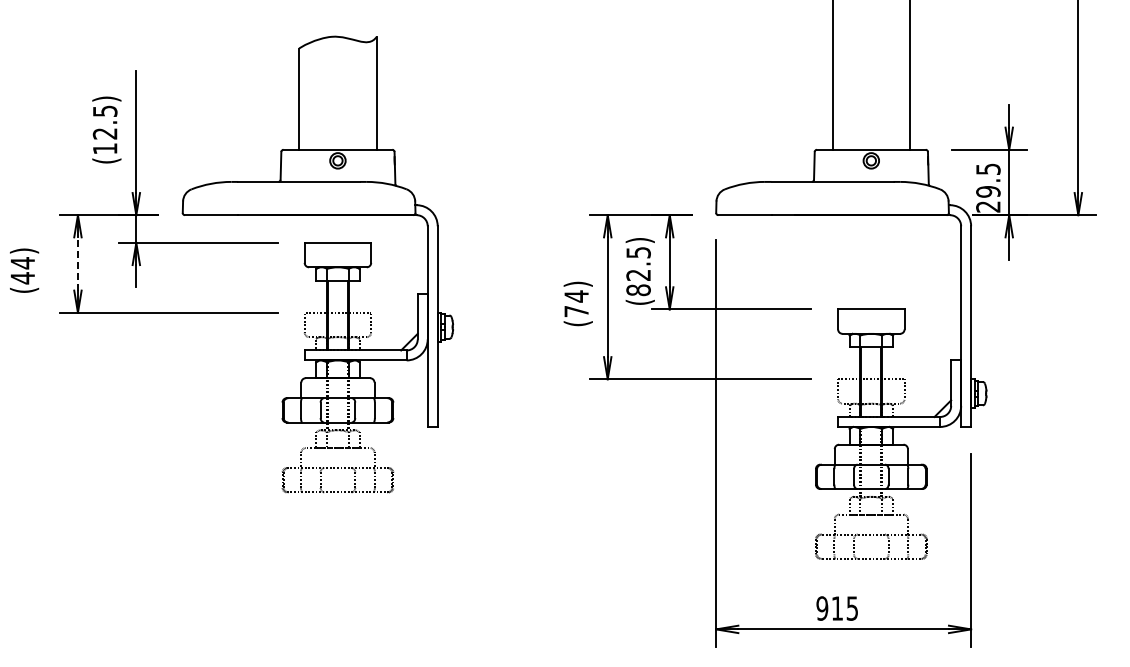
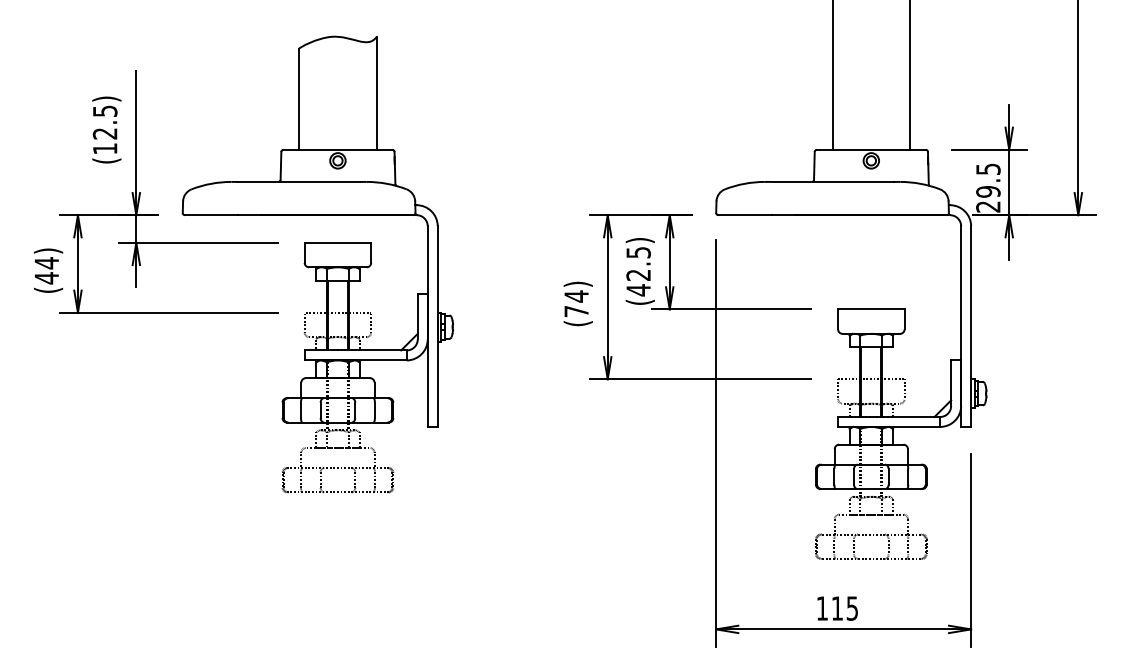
line at (77, 263): dashed -> solid
text at (24, 270) position: (24, 270) -> (48, 270)
text at (638, 290): (82.5) -> (42.5)
text at (822, 608): 915 -> 115
